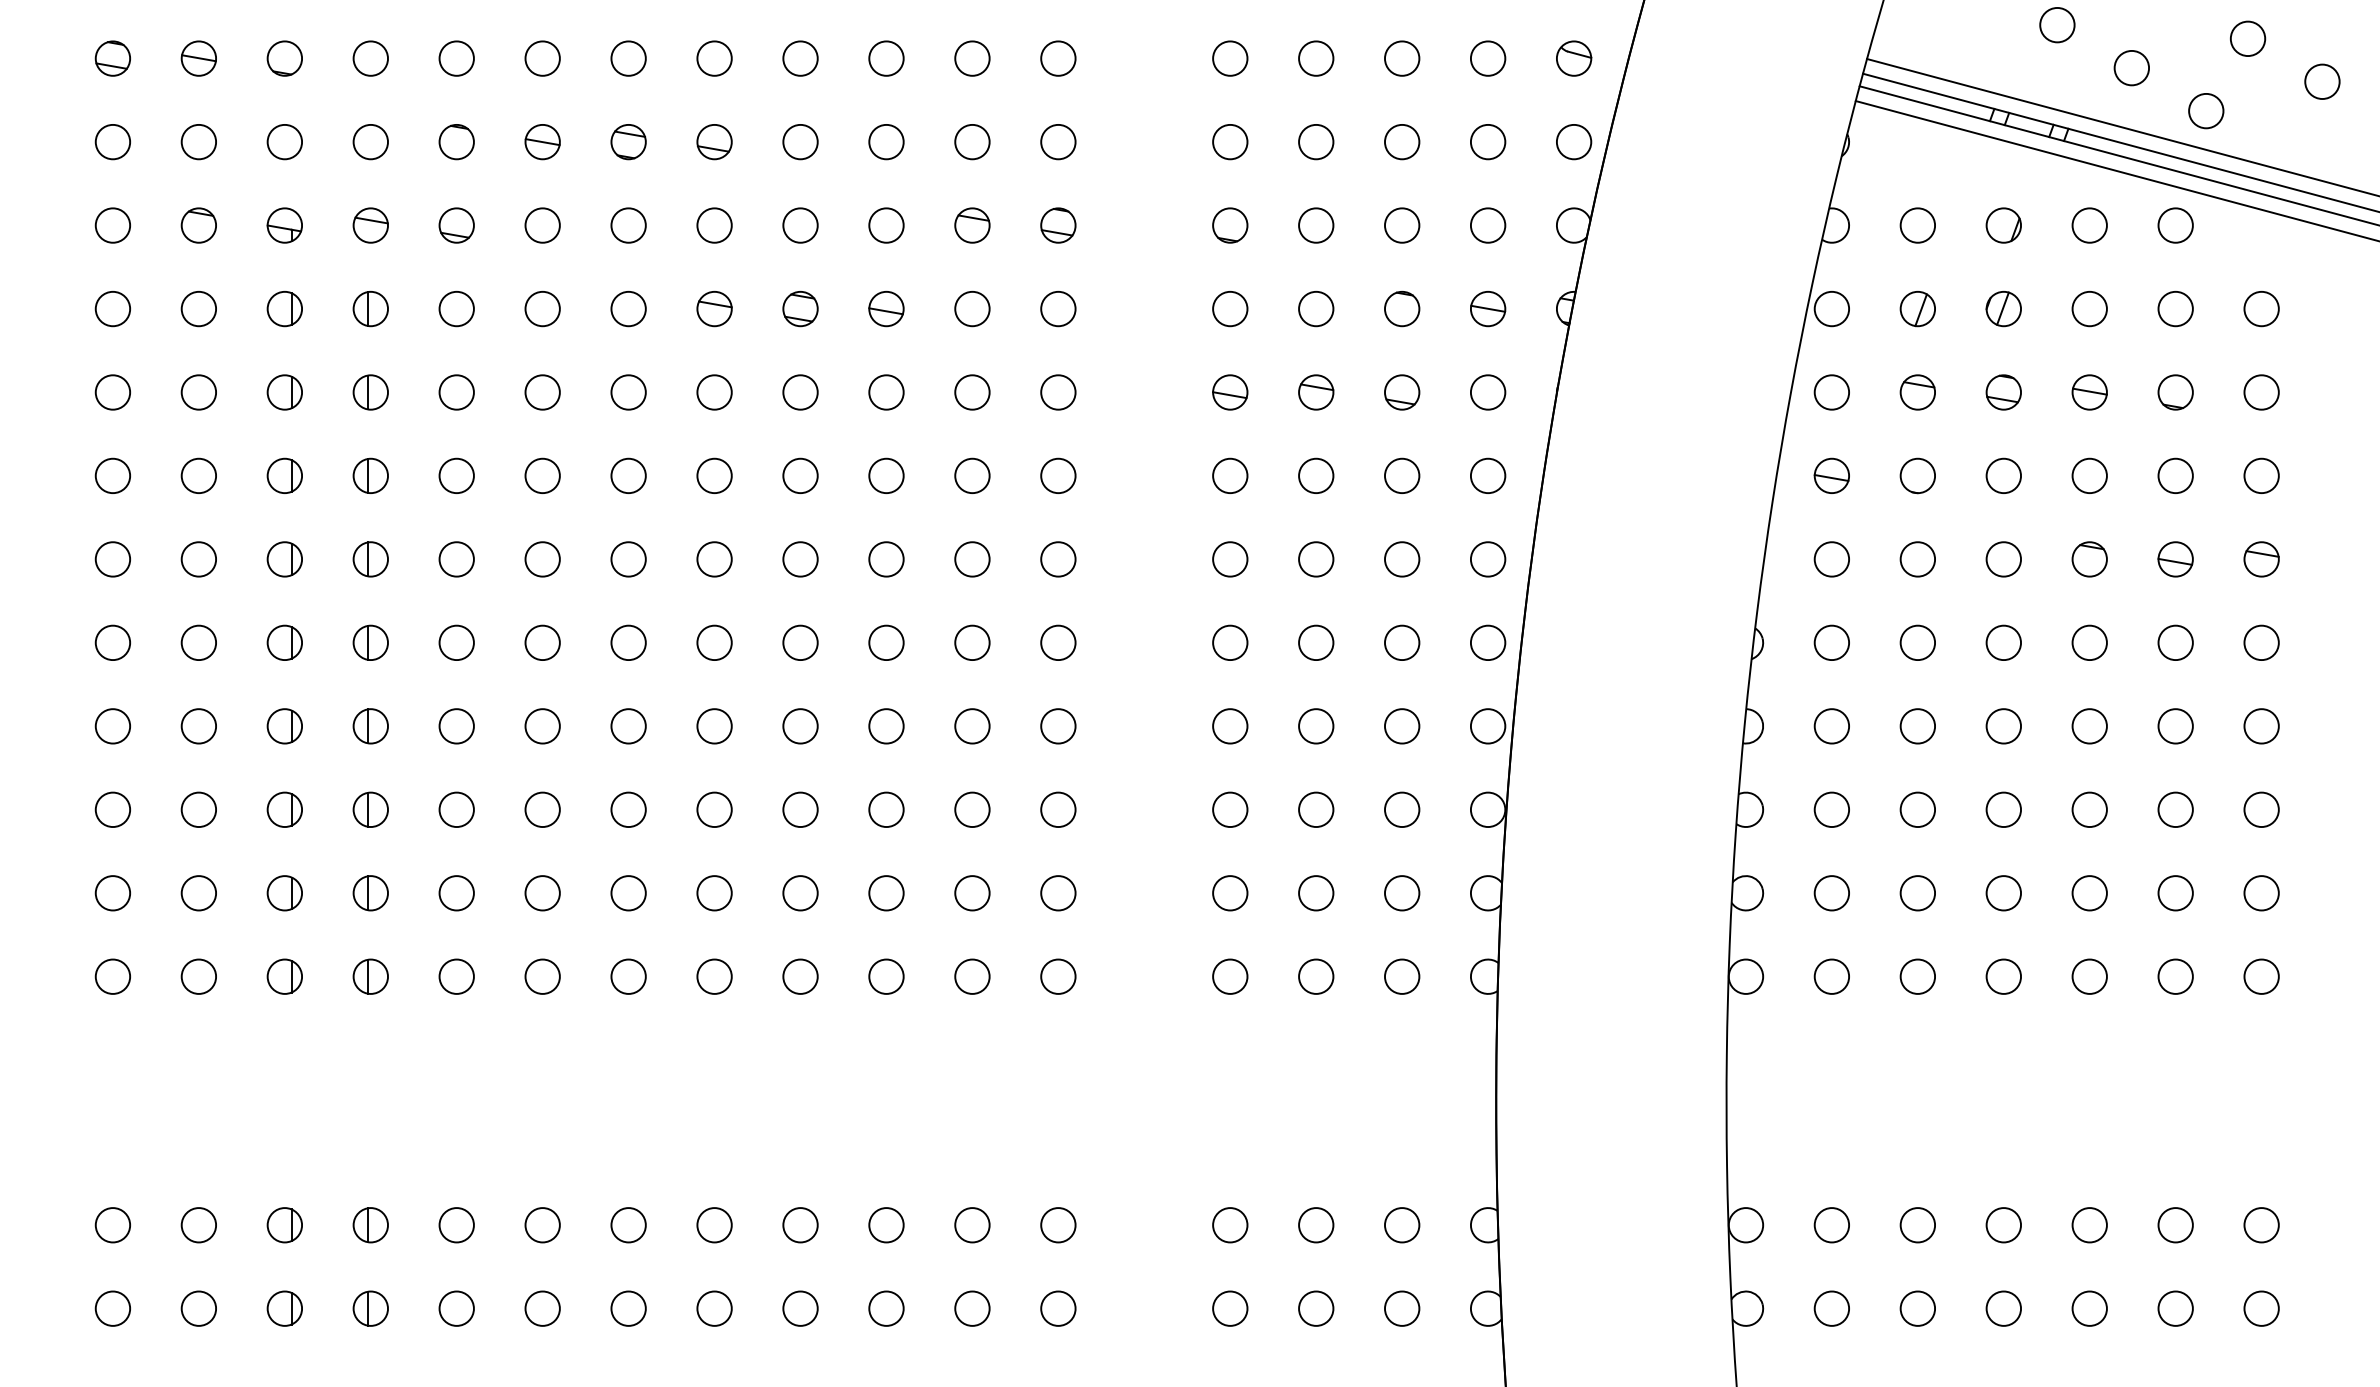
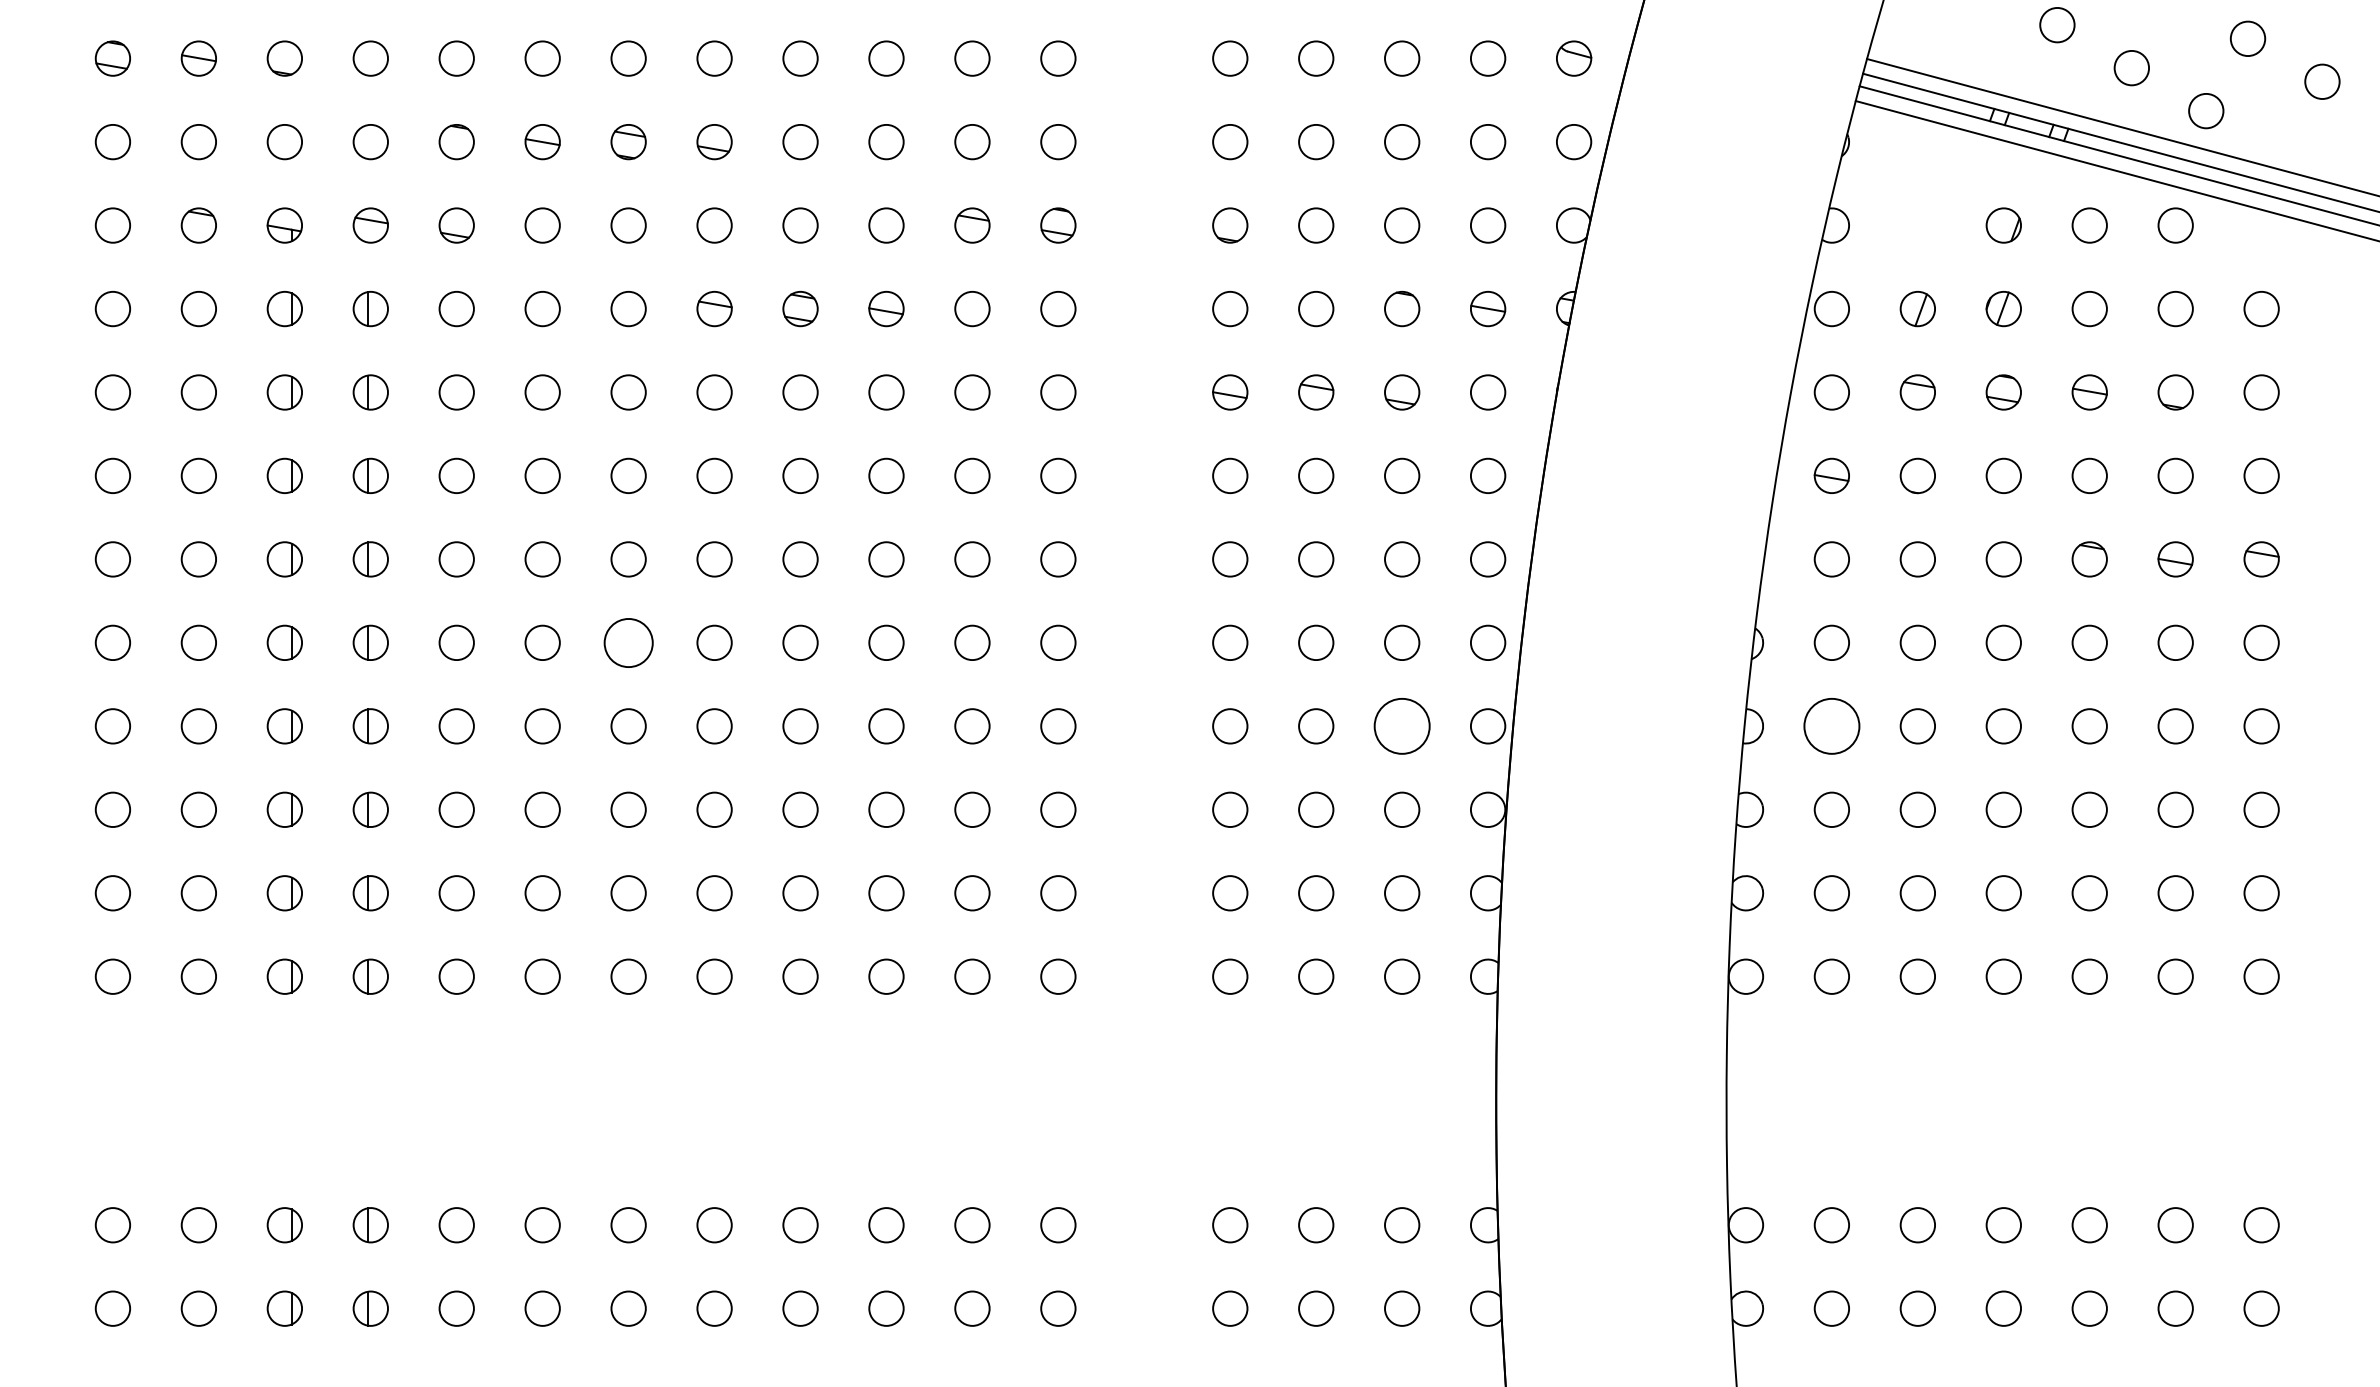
circle at (1917, 225): present -> none
circle at (628, 642) size: 37x37 px -> 51x50 px
circle at (1402, 726) diameter: 34 px -> 55 px
circle at (1831, 726) diameter: 34 px -> 55 px
